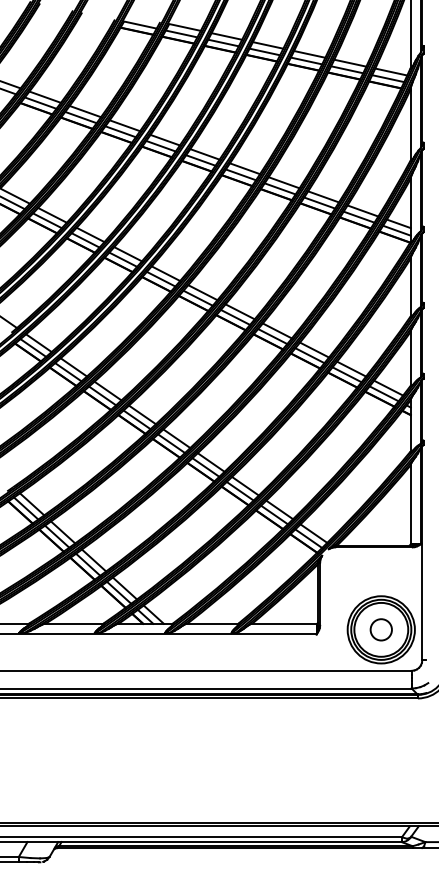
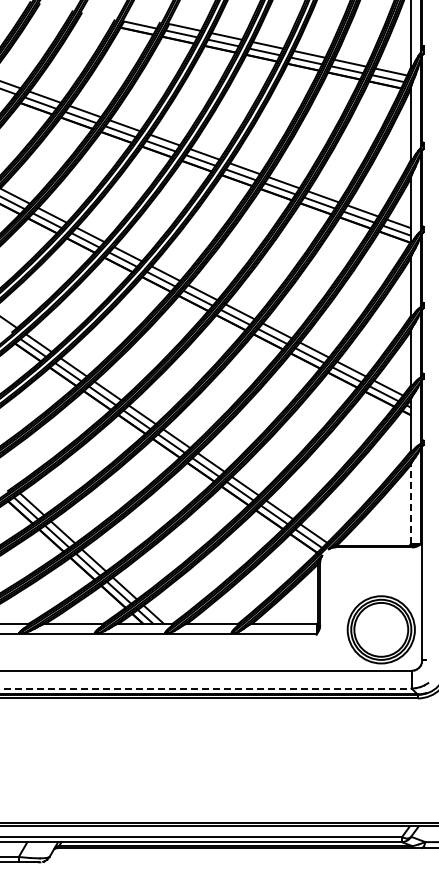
line at (410, 504): solid -> dashed
circle at (380, 629): present -> none
line at (206, 688): solid -> dashed
